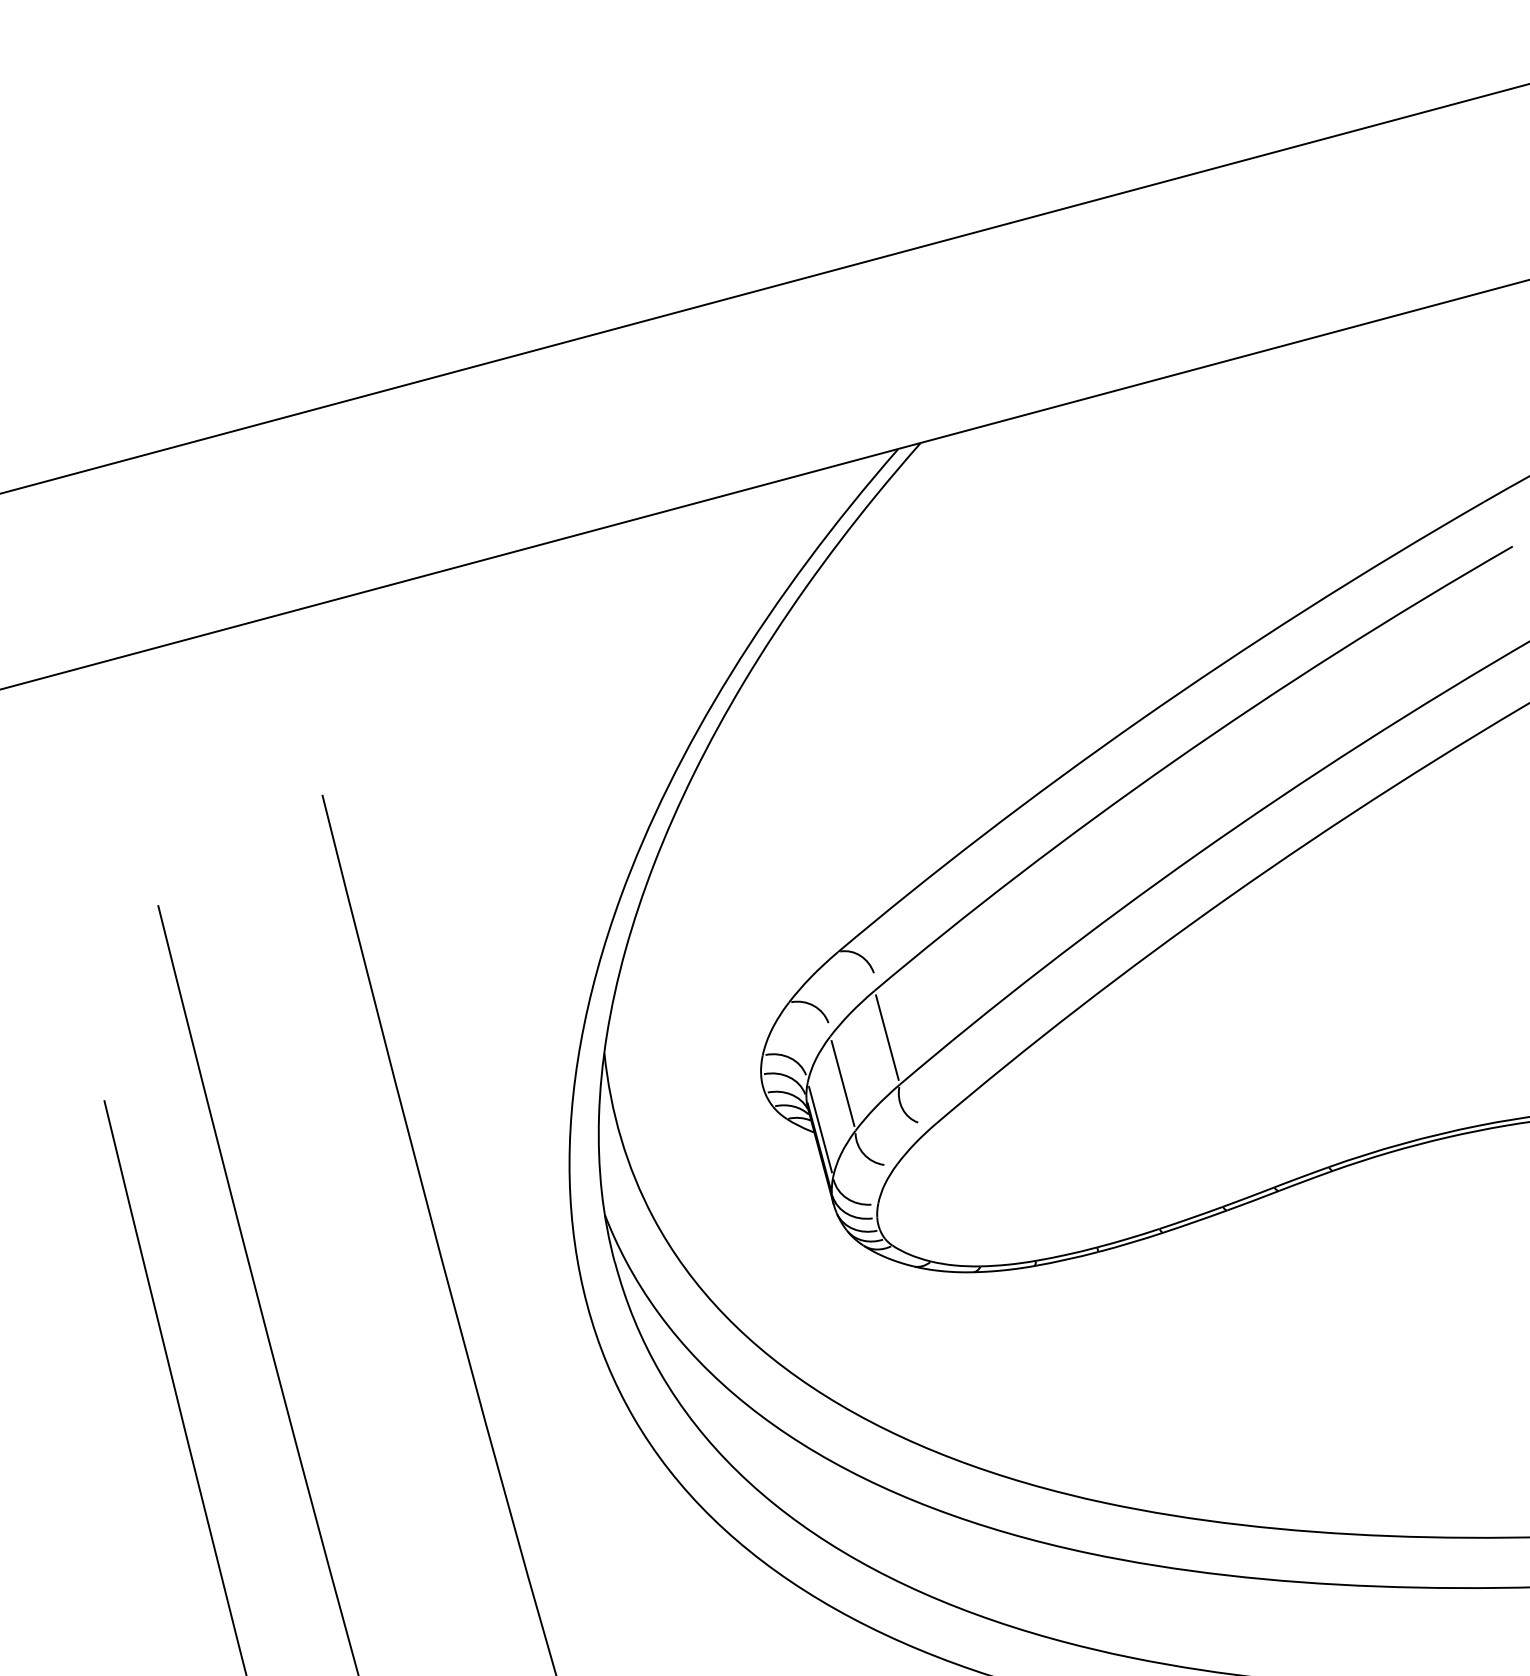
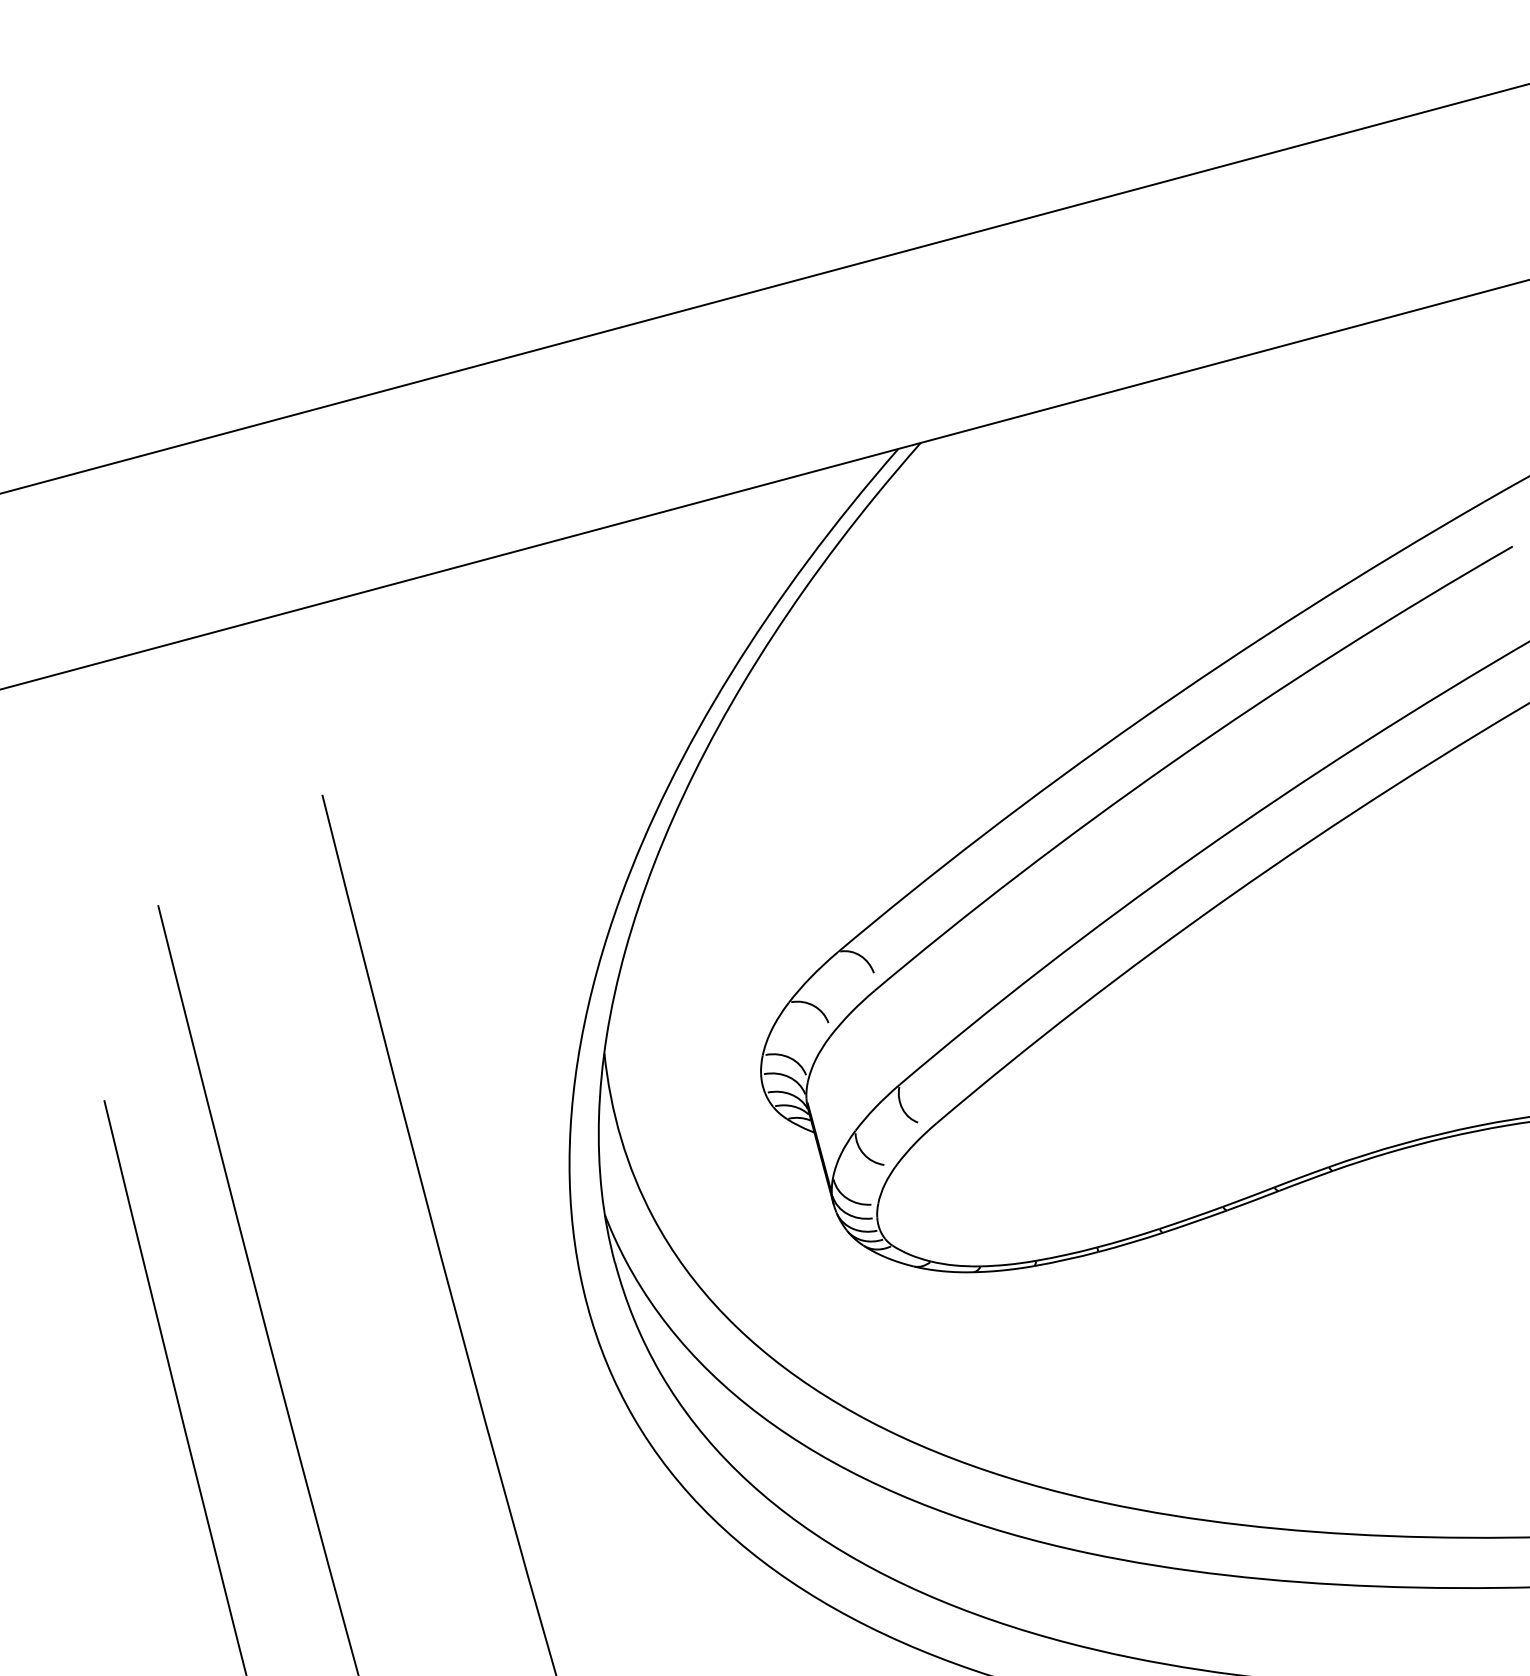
line at (887, 1037): present -> none
line at (842, 1083): present -> none
line at (820, 1129): present -> none
